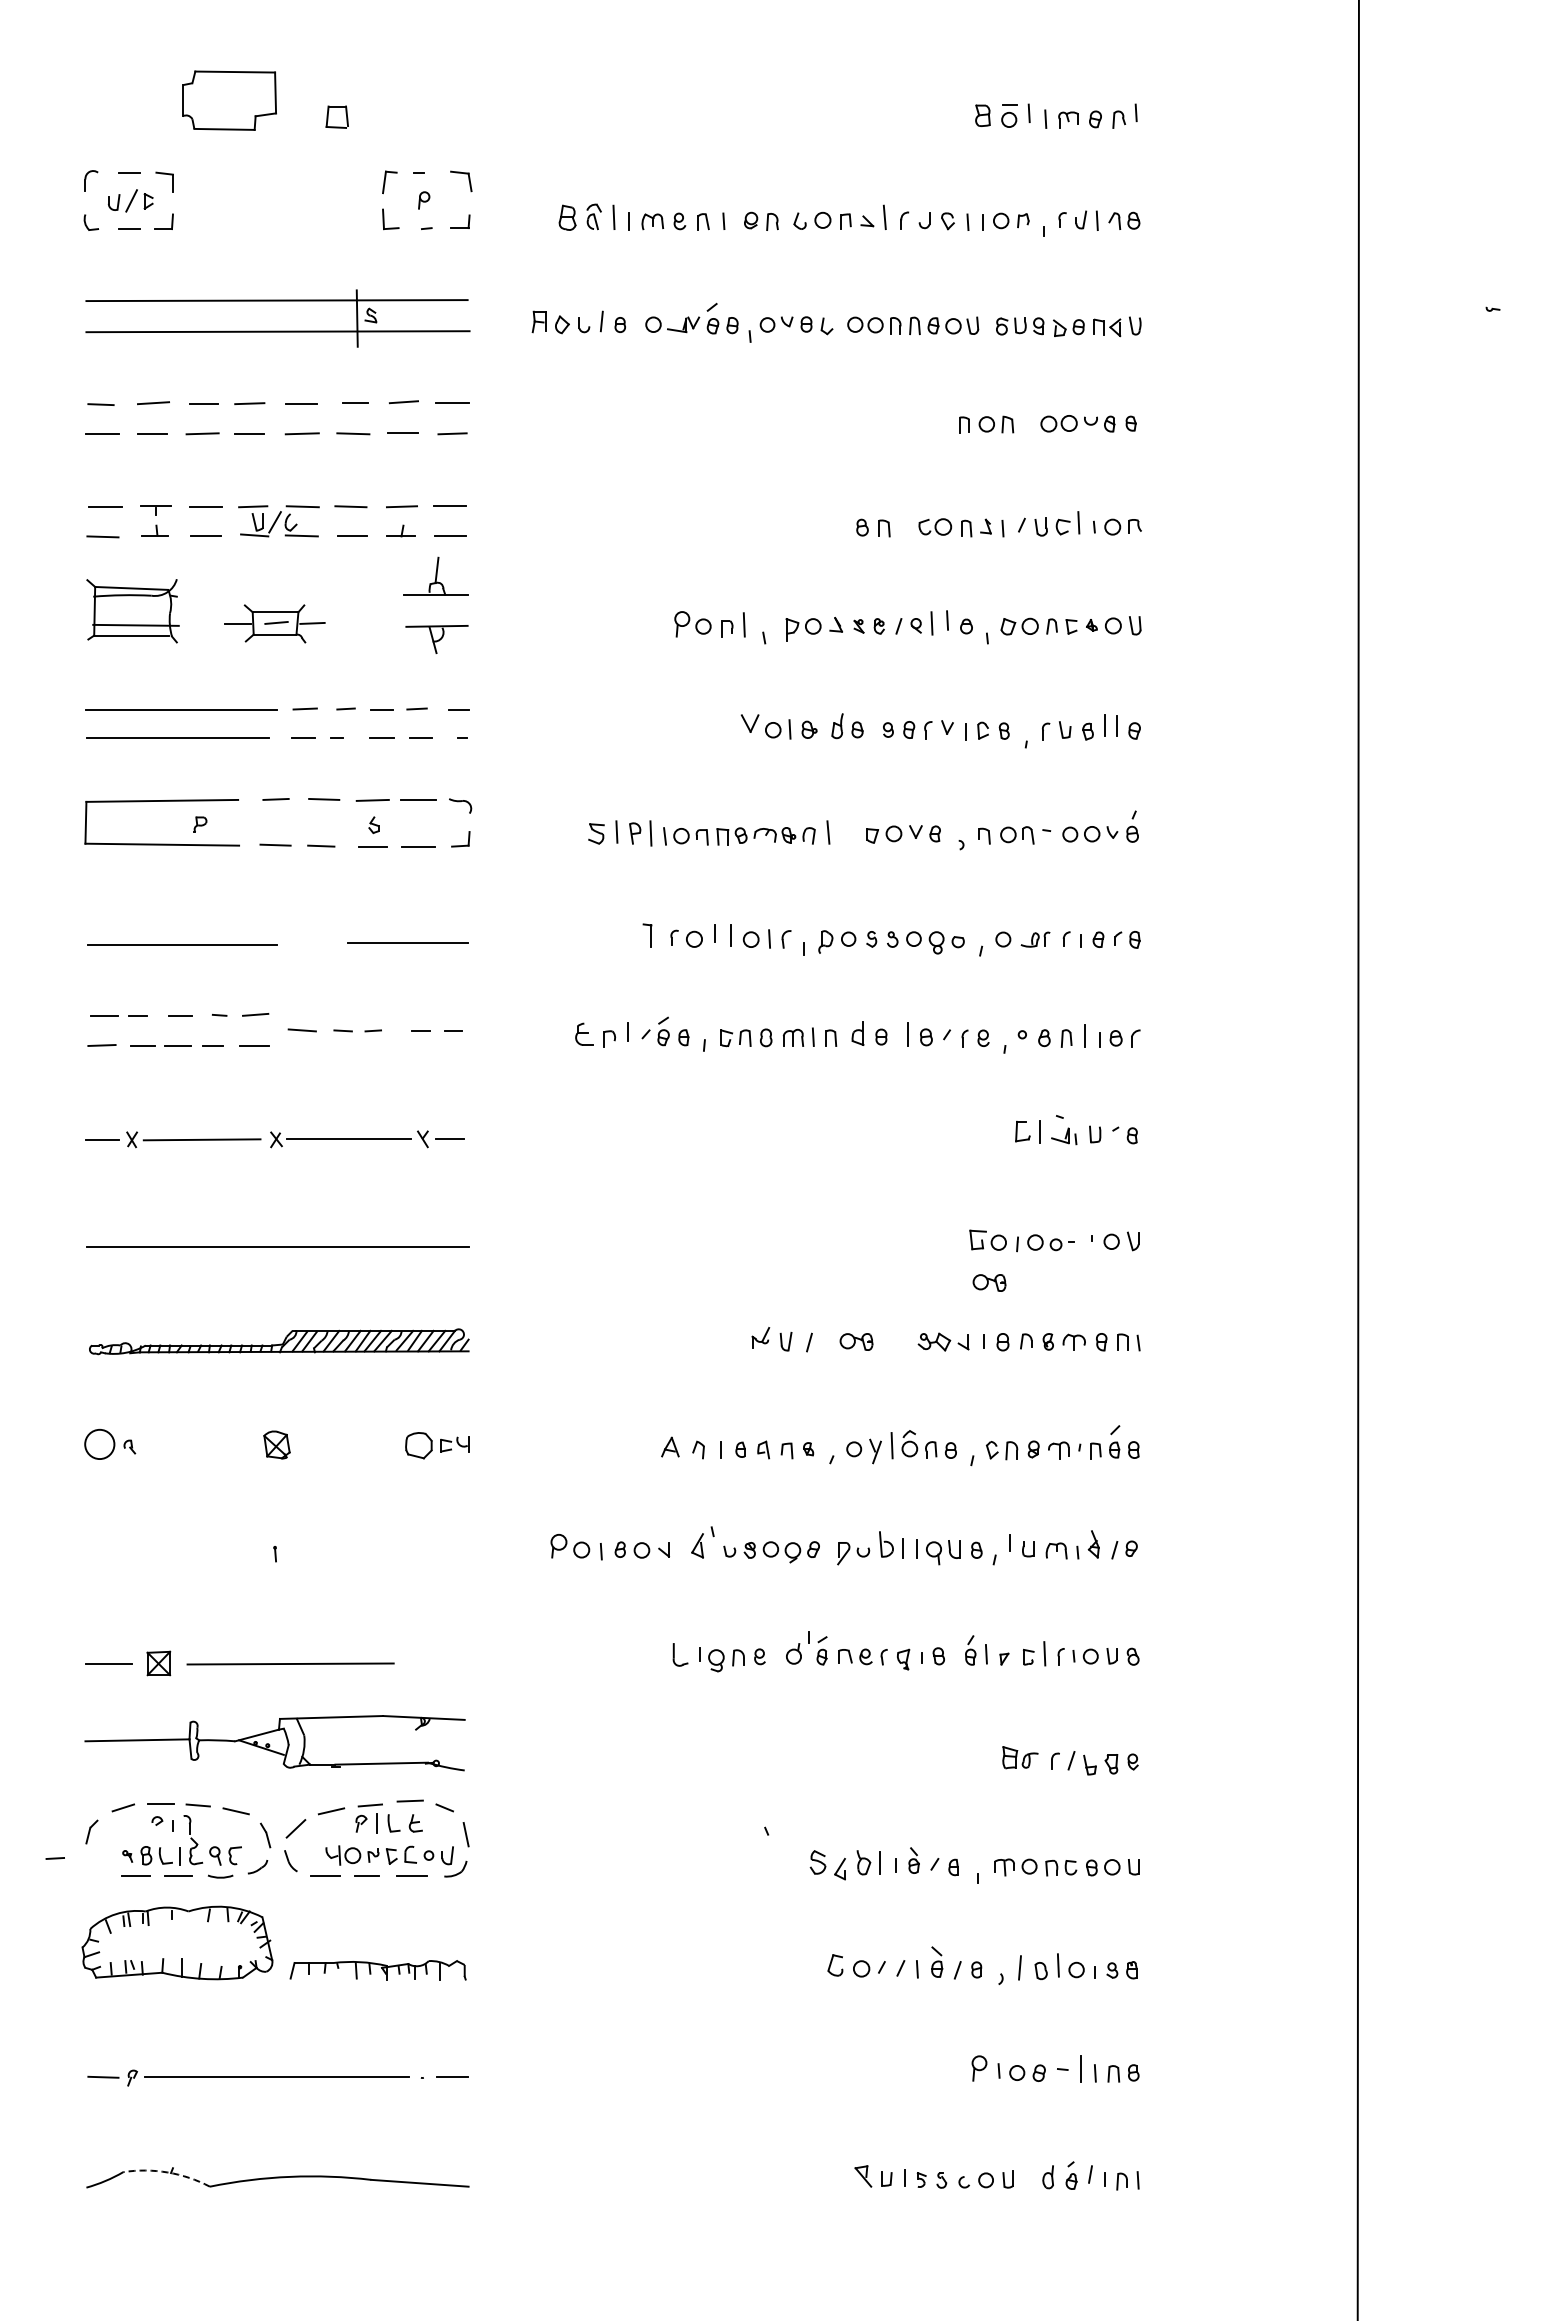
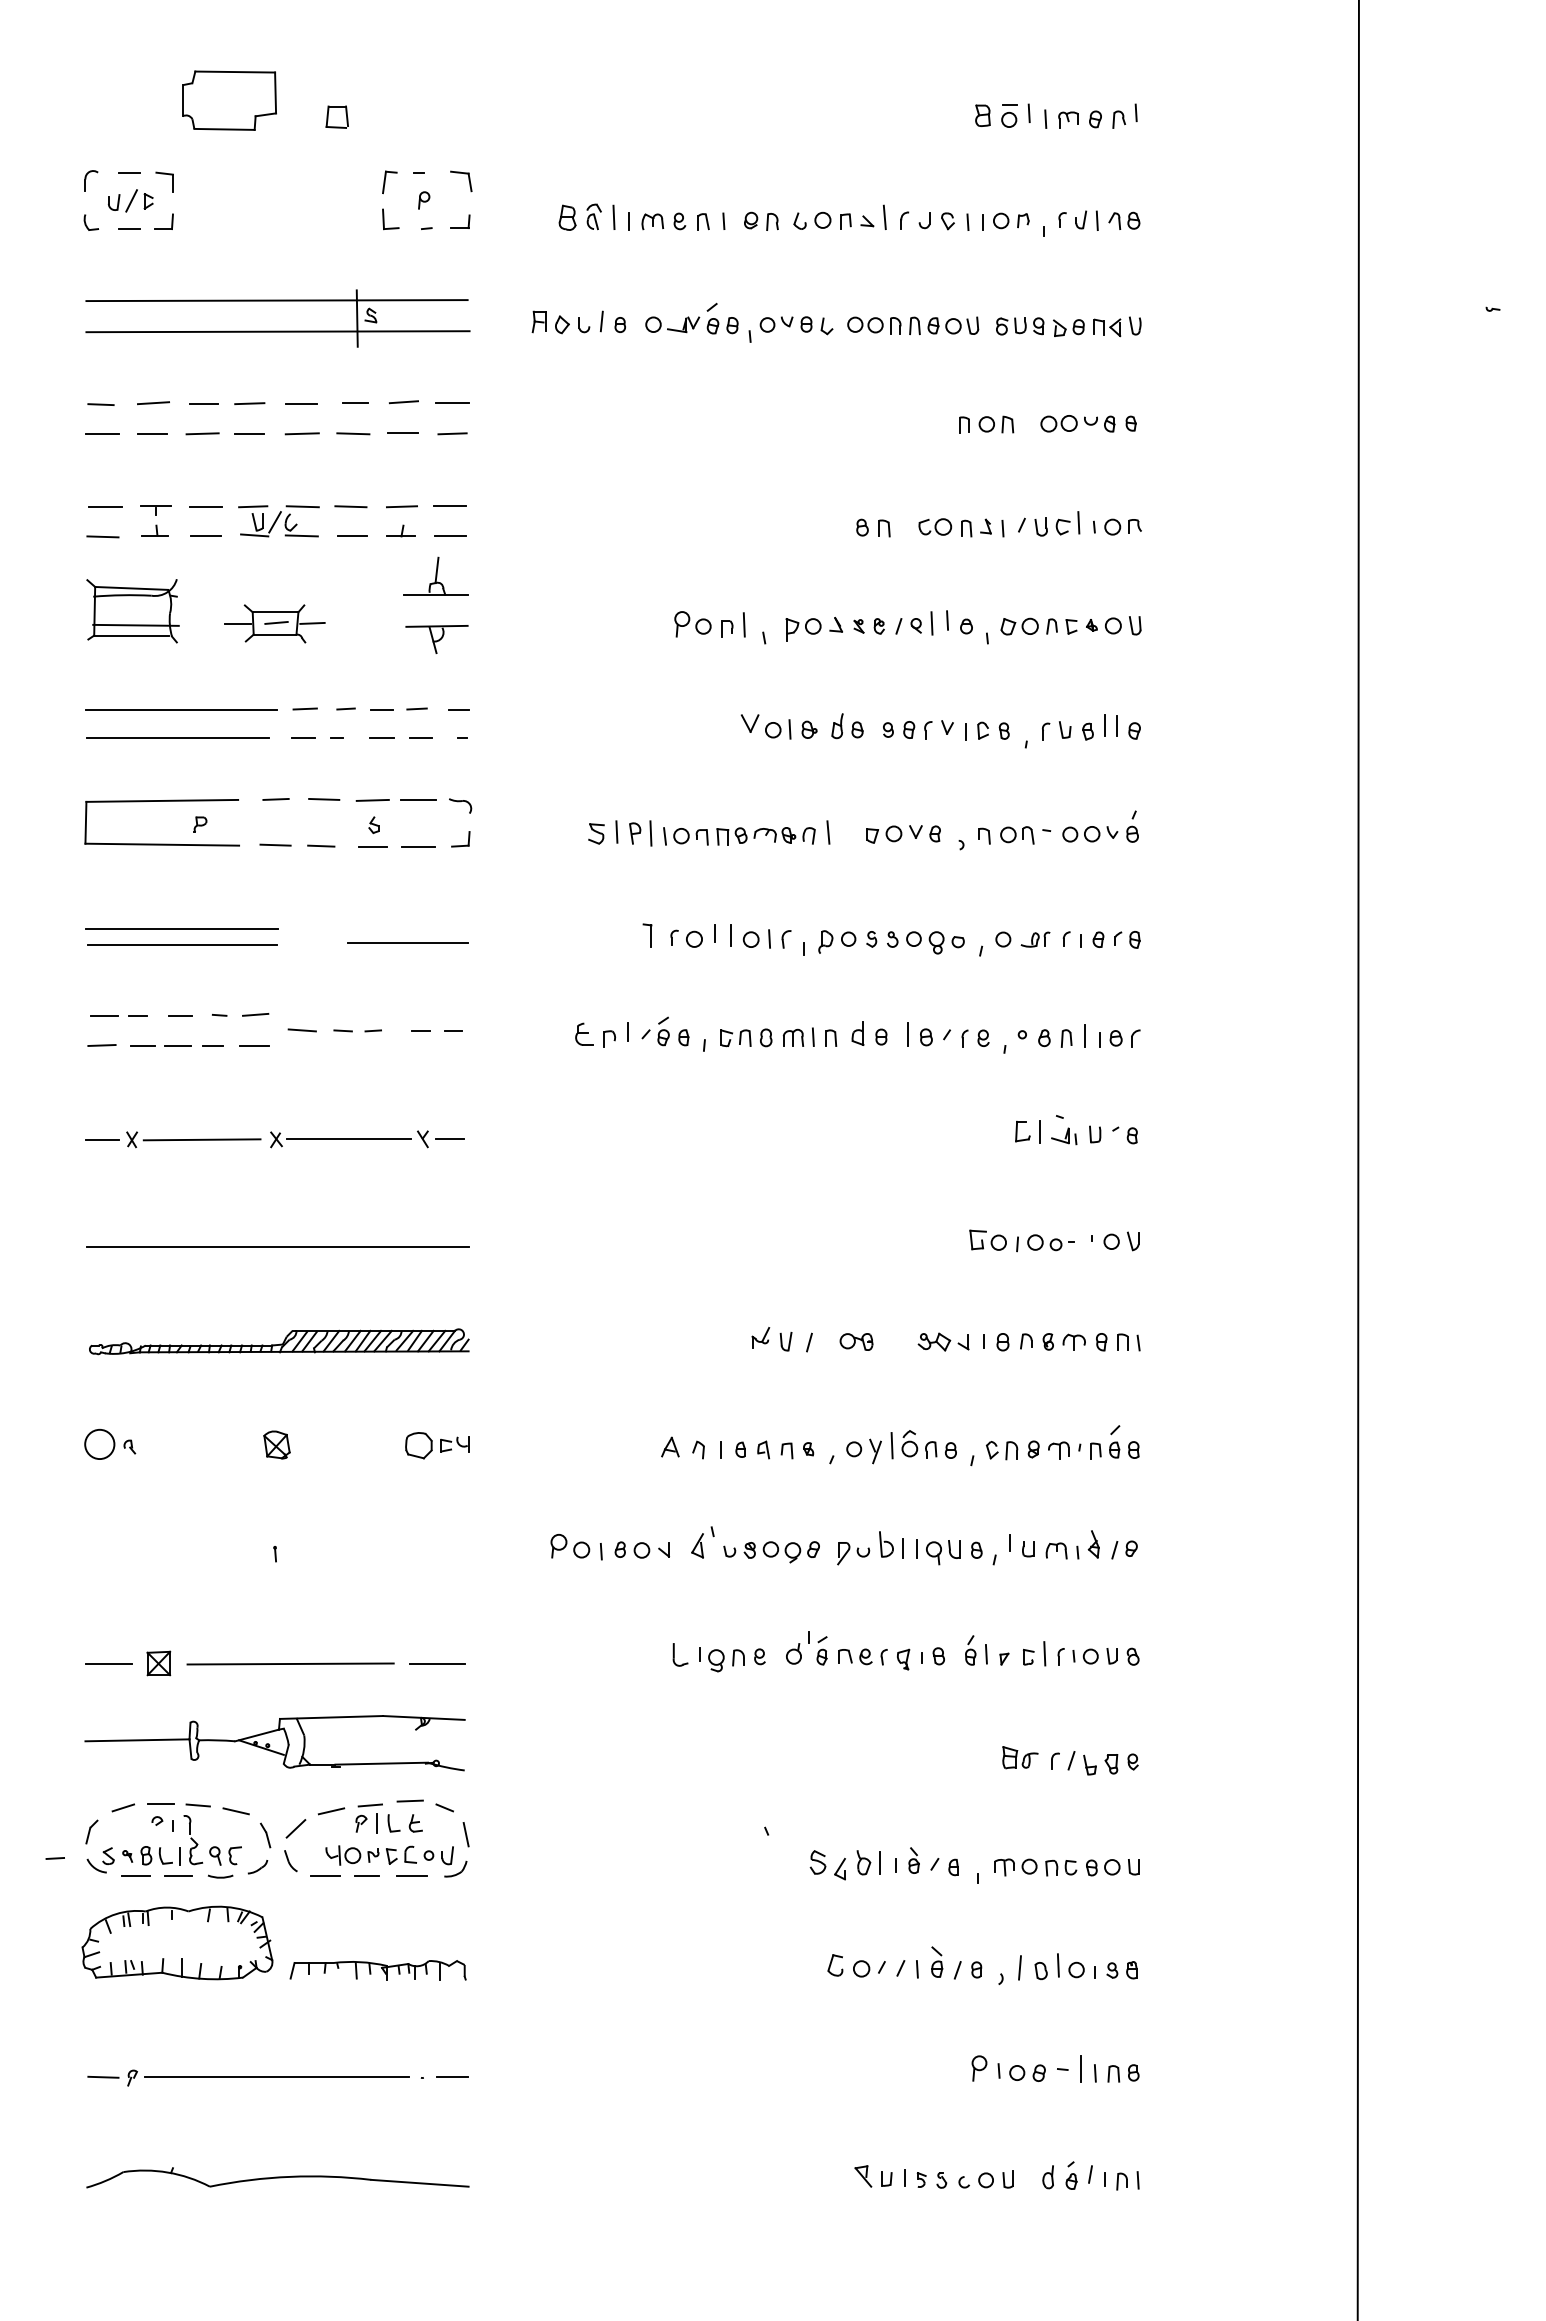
line at (182, 929): none -> present
part at (989, 1282): present -> none
line at (437, 1663): none -> present
part at (100, 1860): none -> present
arc at (167, 2172): dashed -> solid
